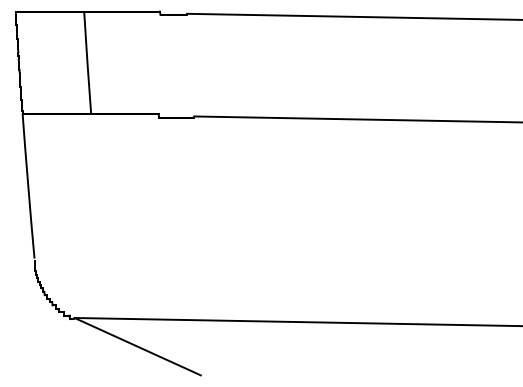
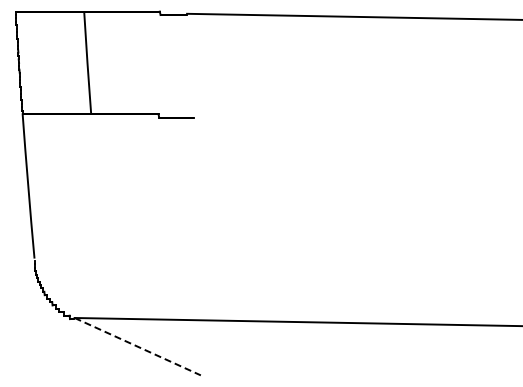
line at (356, 119): present -> none
line at (138, 346): solid -> dashed
